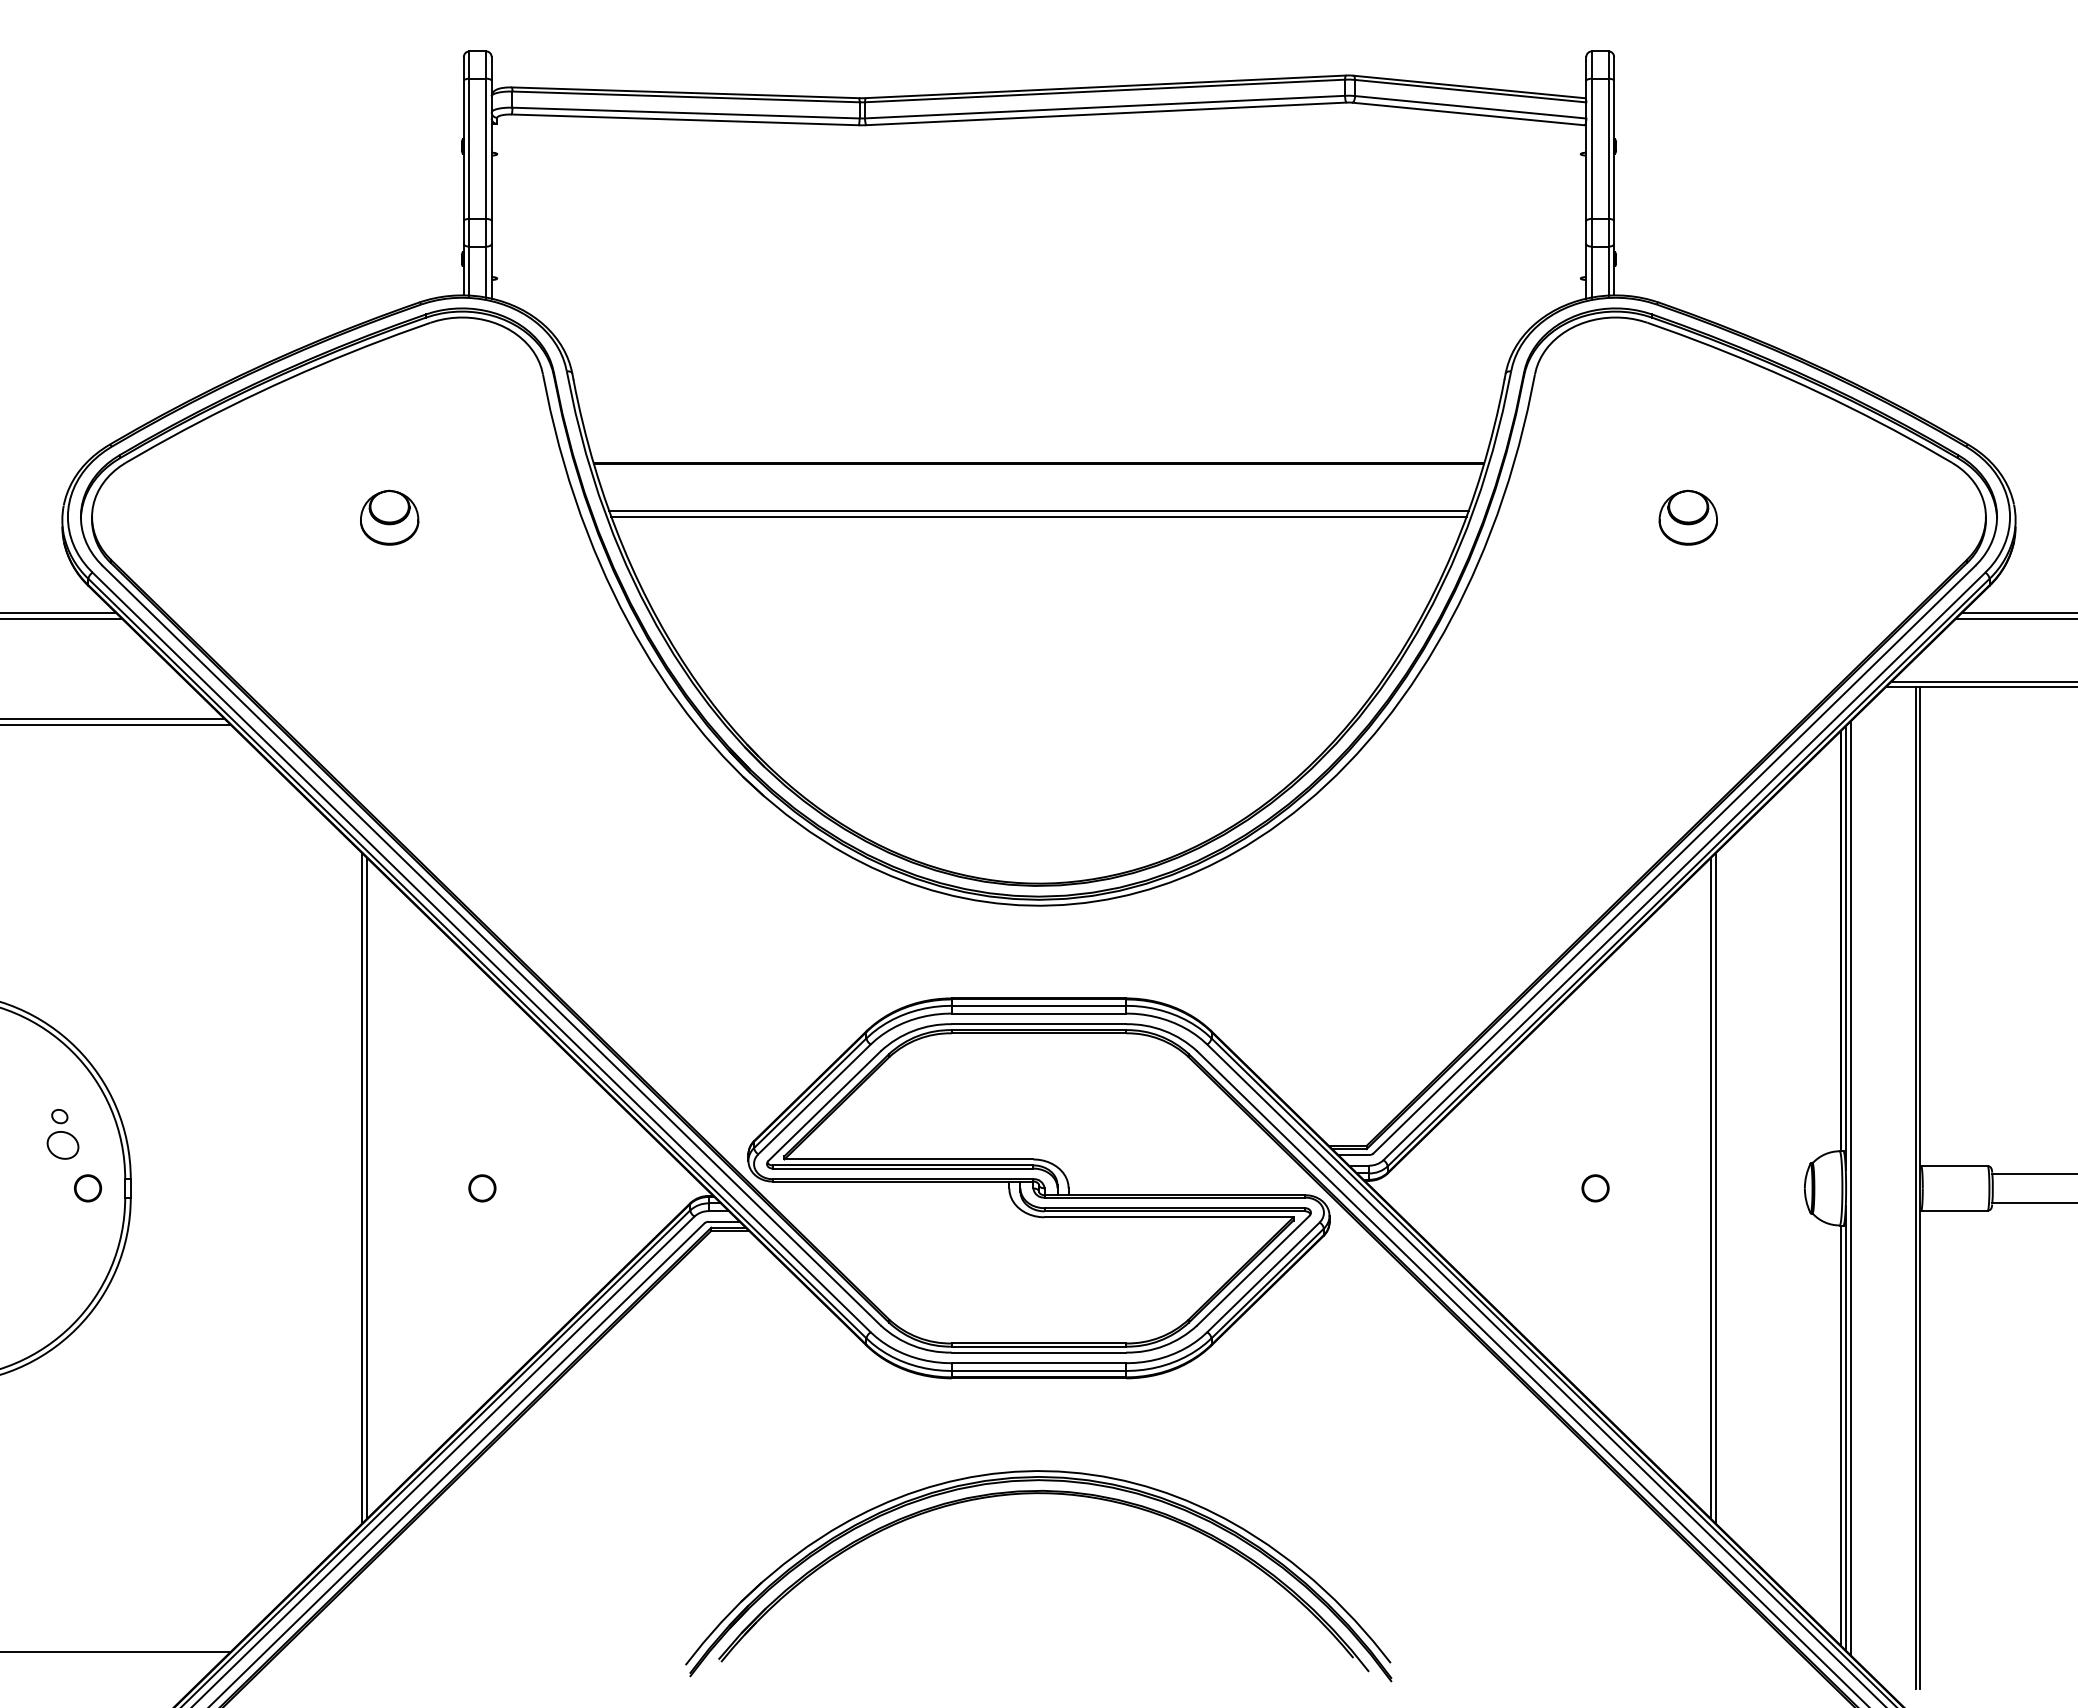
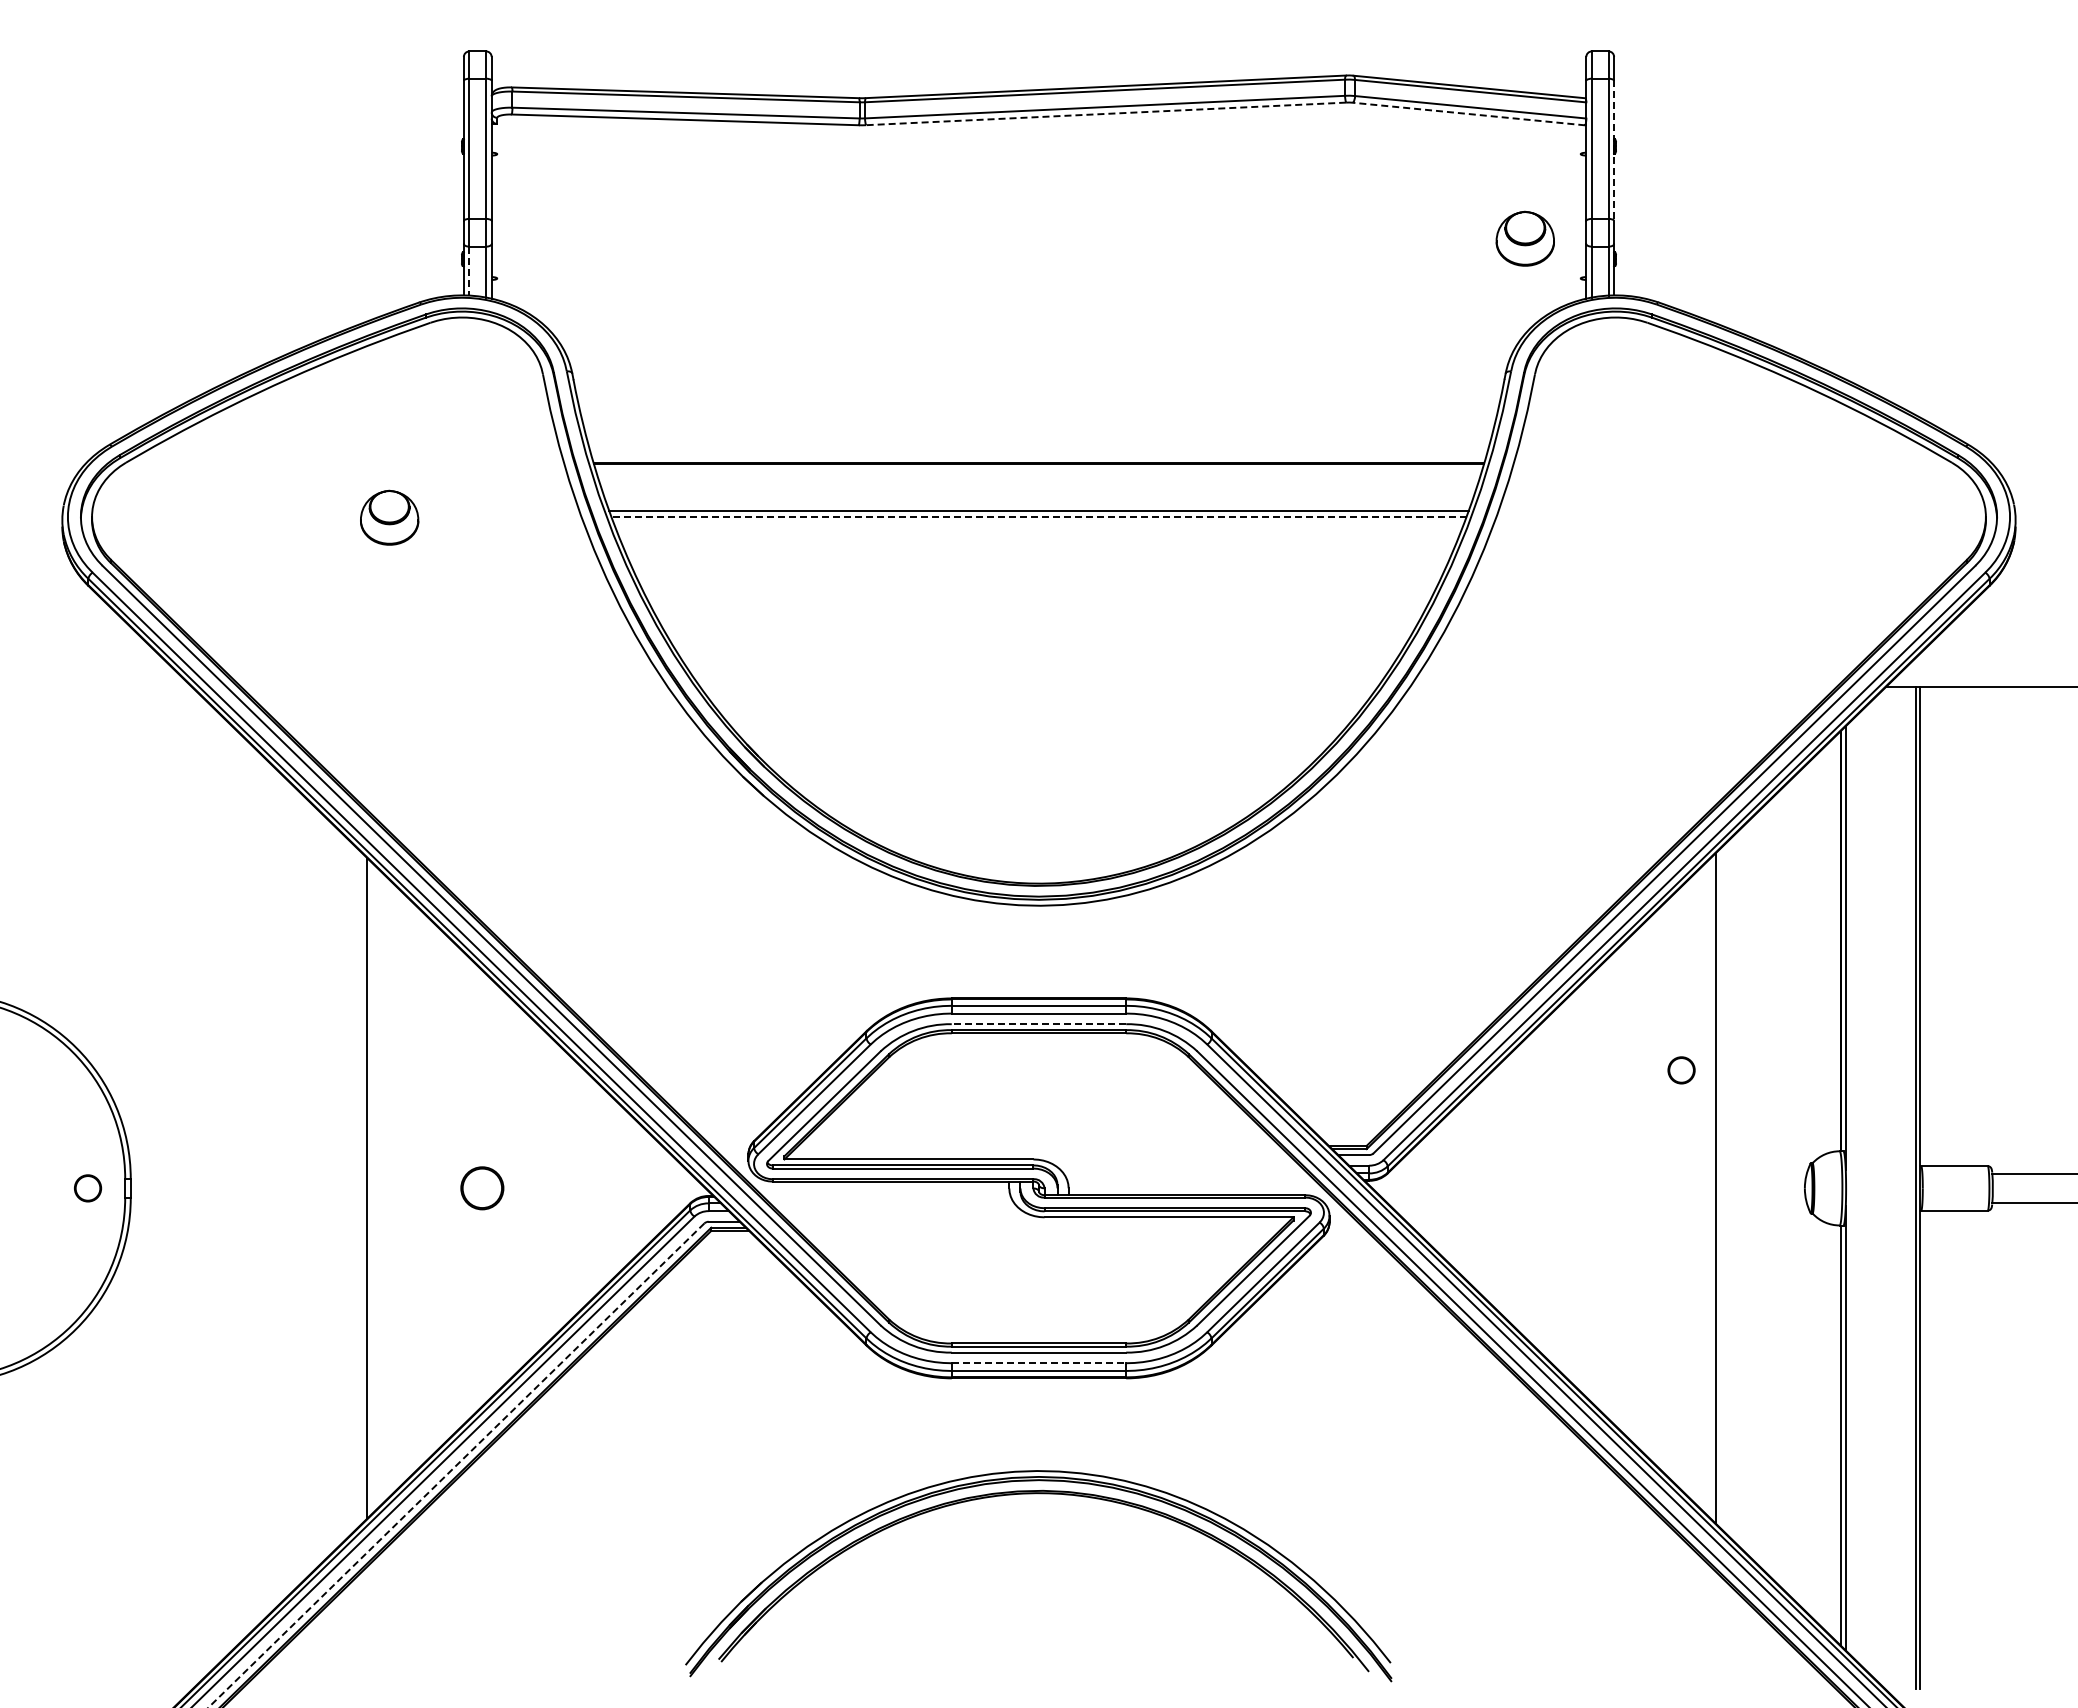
line at (1105, 113): solid -> dashed
line at (1469, 114): solid -> dashed
line at (1614, 150): solid -> dashed
line at (469, 271): solid -> dashed
line at (1038, 516): solid -> dashed
part at (1687, 517) position: (1687, 517) -> (1524, 238)
line at (59, 613): present -> none
line at (2017, 613): present -> none
line at (62, 618): present -> none
line at (2014, 618): present -> none
line at (1982, 681): present -> none
line at (113, 719): present -> none
line at (116, 724): present -> none
line at (1038, 1024): solid -> dashed
part at (62, 1134): present -> none
line at (361, 1187): present -> none
circle at (482, 1188) size: 29x29 px -> 45x45 px
circle at (1595, 1188) position: (1595, 1188) -> (1681, 1070)
line at (1710, 1188): present -> none
line at (1850, 1188): present -> none
line at (1039, 1363): solid -> dashed
line at (456, 1465): solid -> dashed
line at (116, 1652): present -> none
